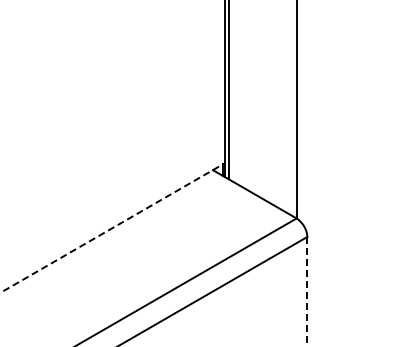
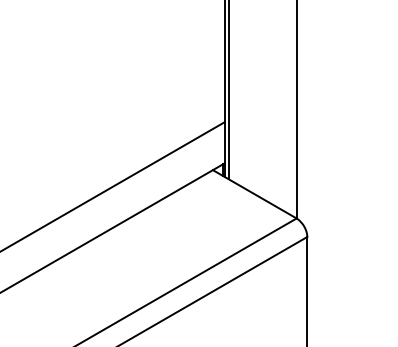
line at (113, 186): none -> present
line at (113, 227): dashed -> solid
line at (307, 291): dashed -> solid
